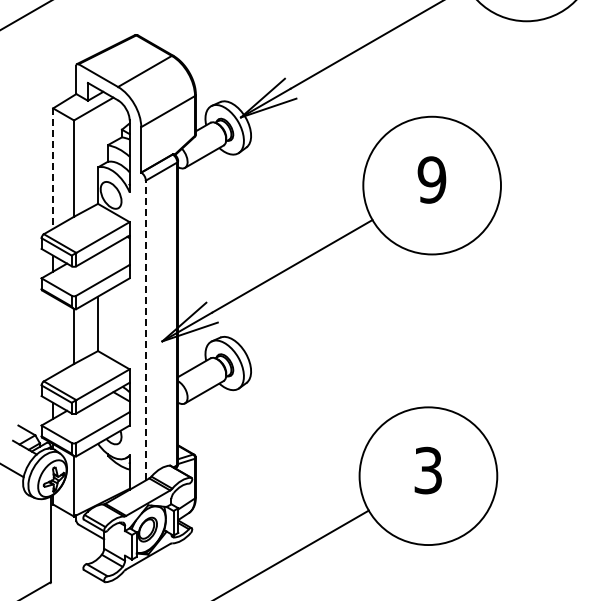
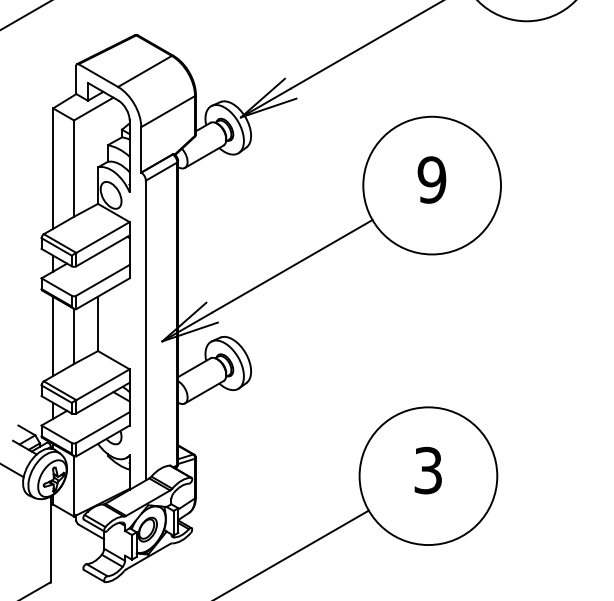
line at (53, 169): dashed -> solid
line at (145, 330): dashed -> solid
line at (53, 336): none -> present
